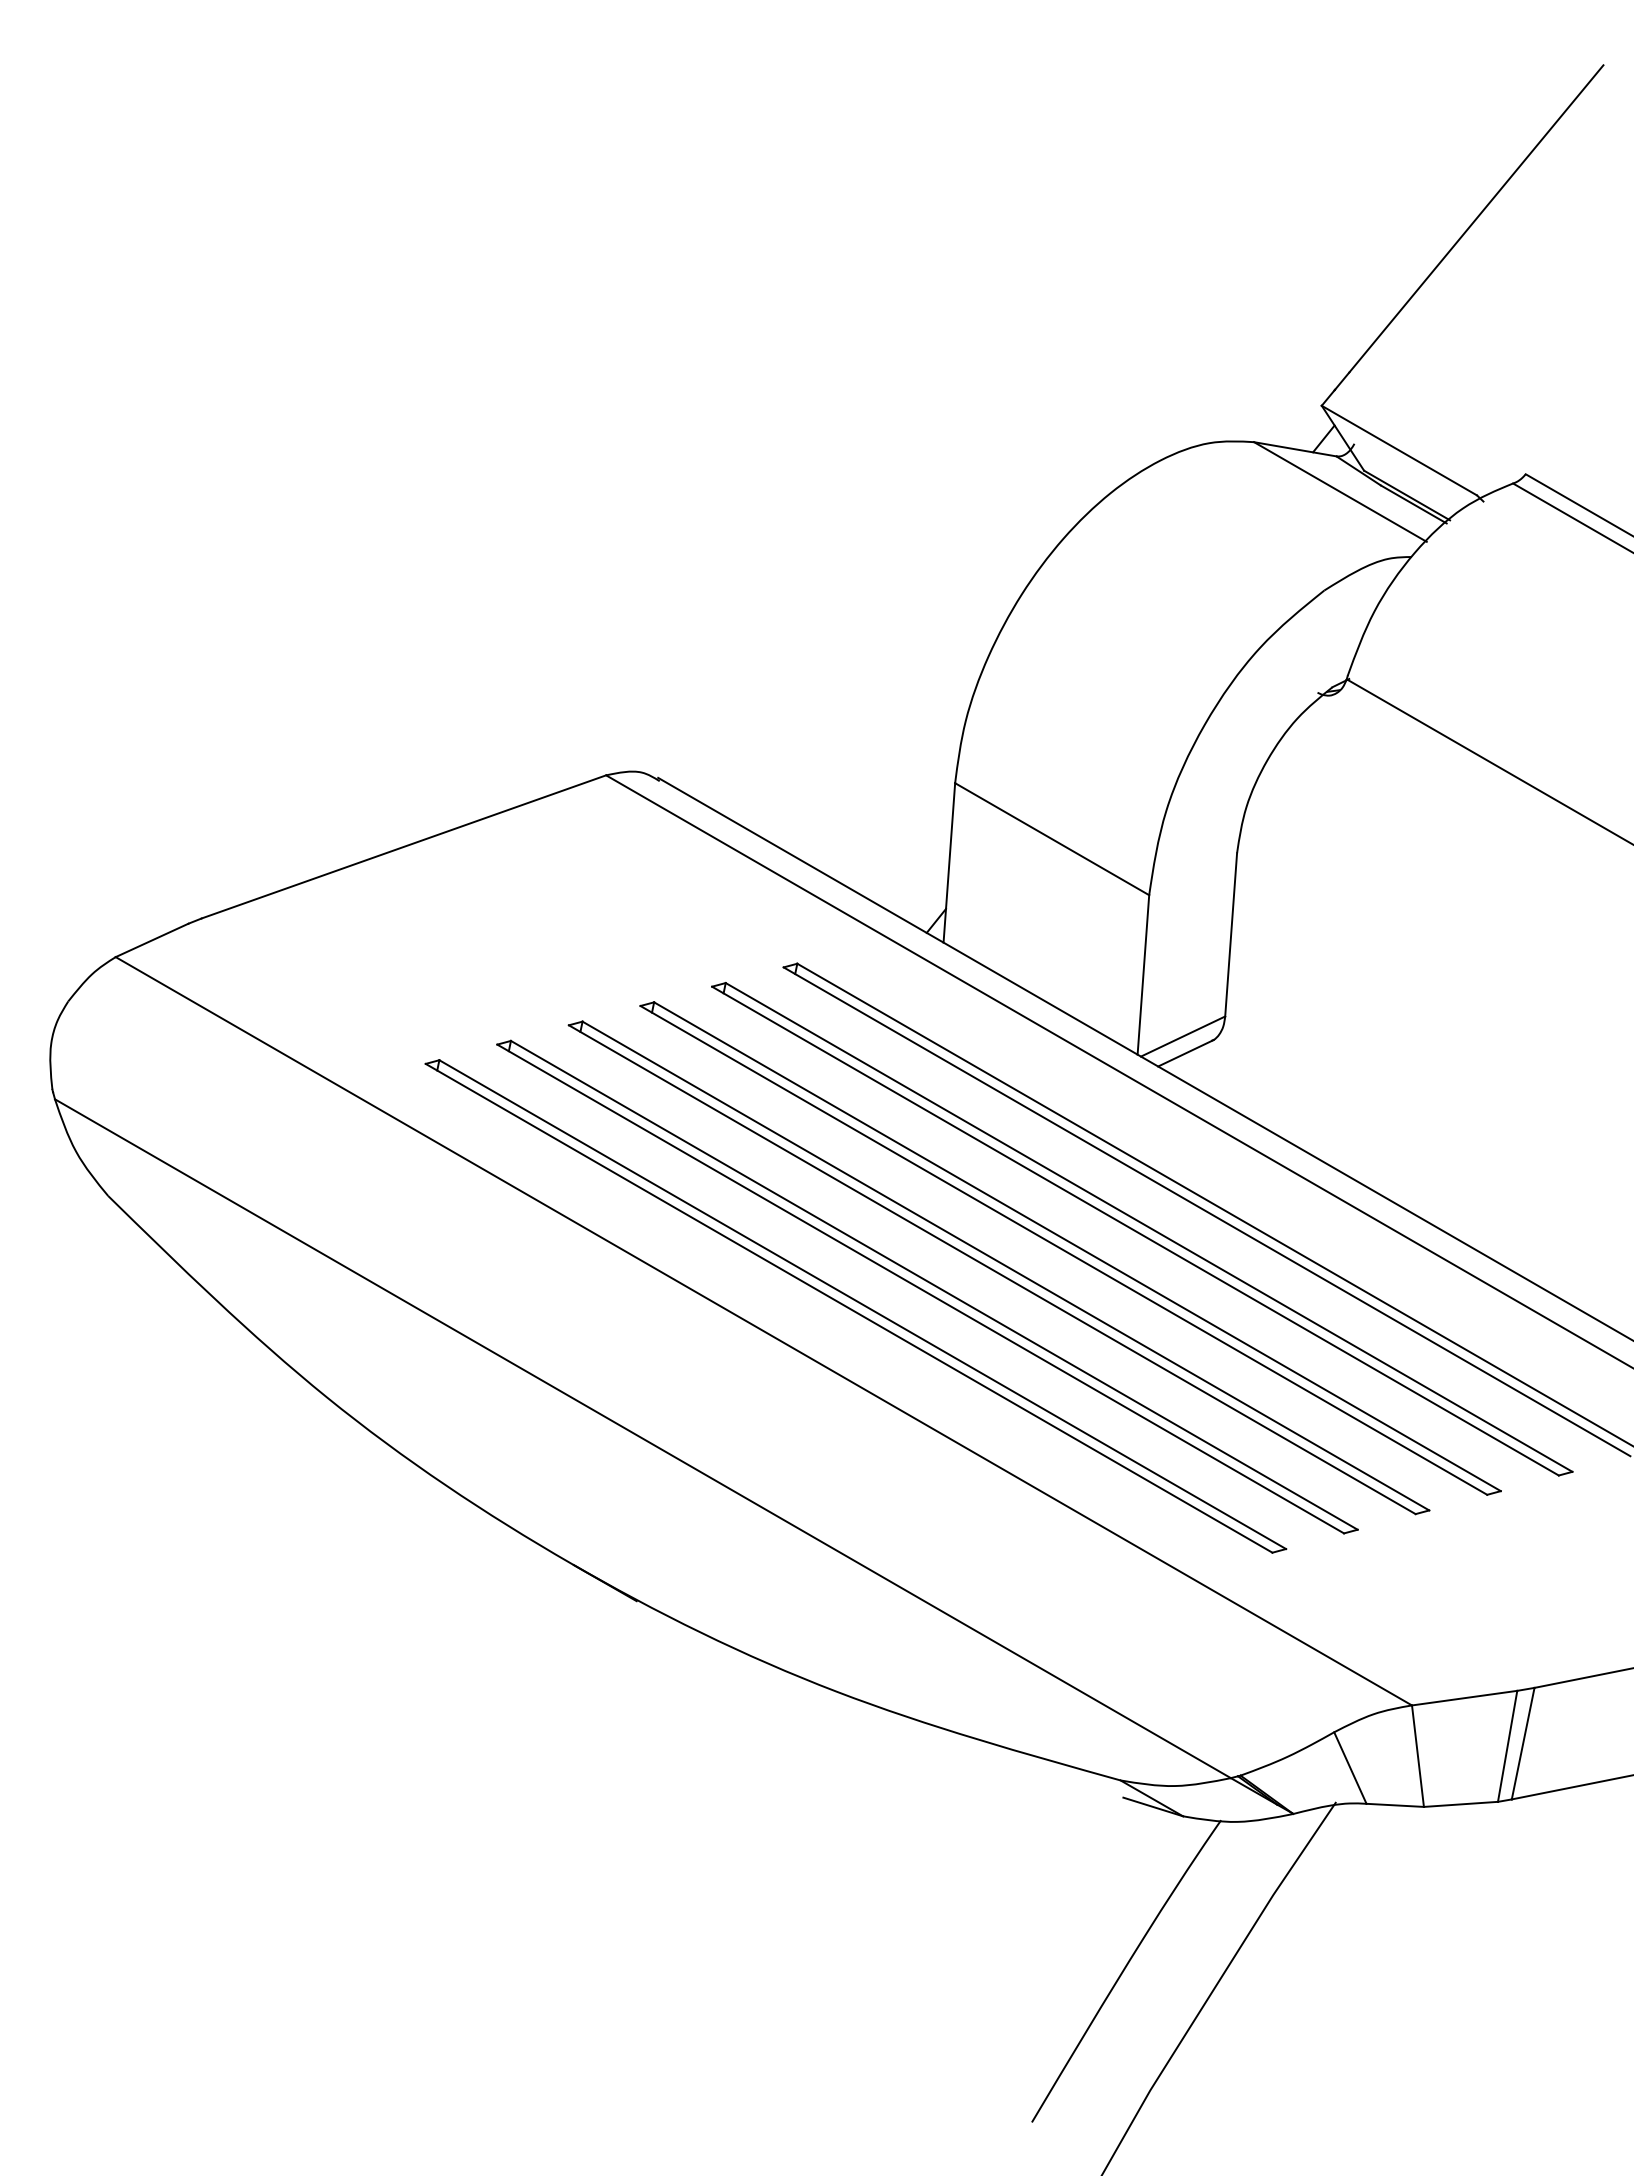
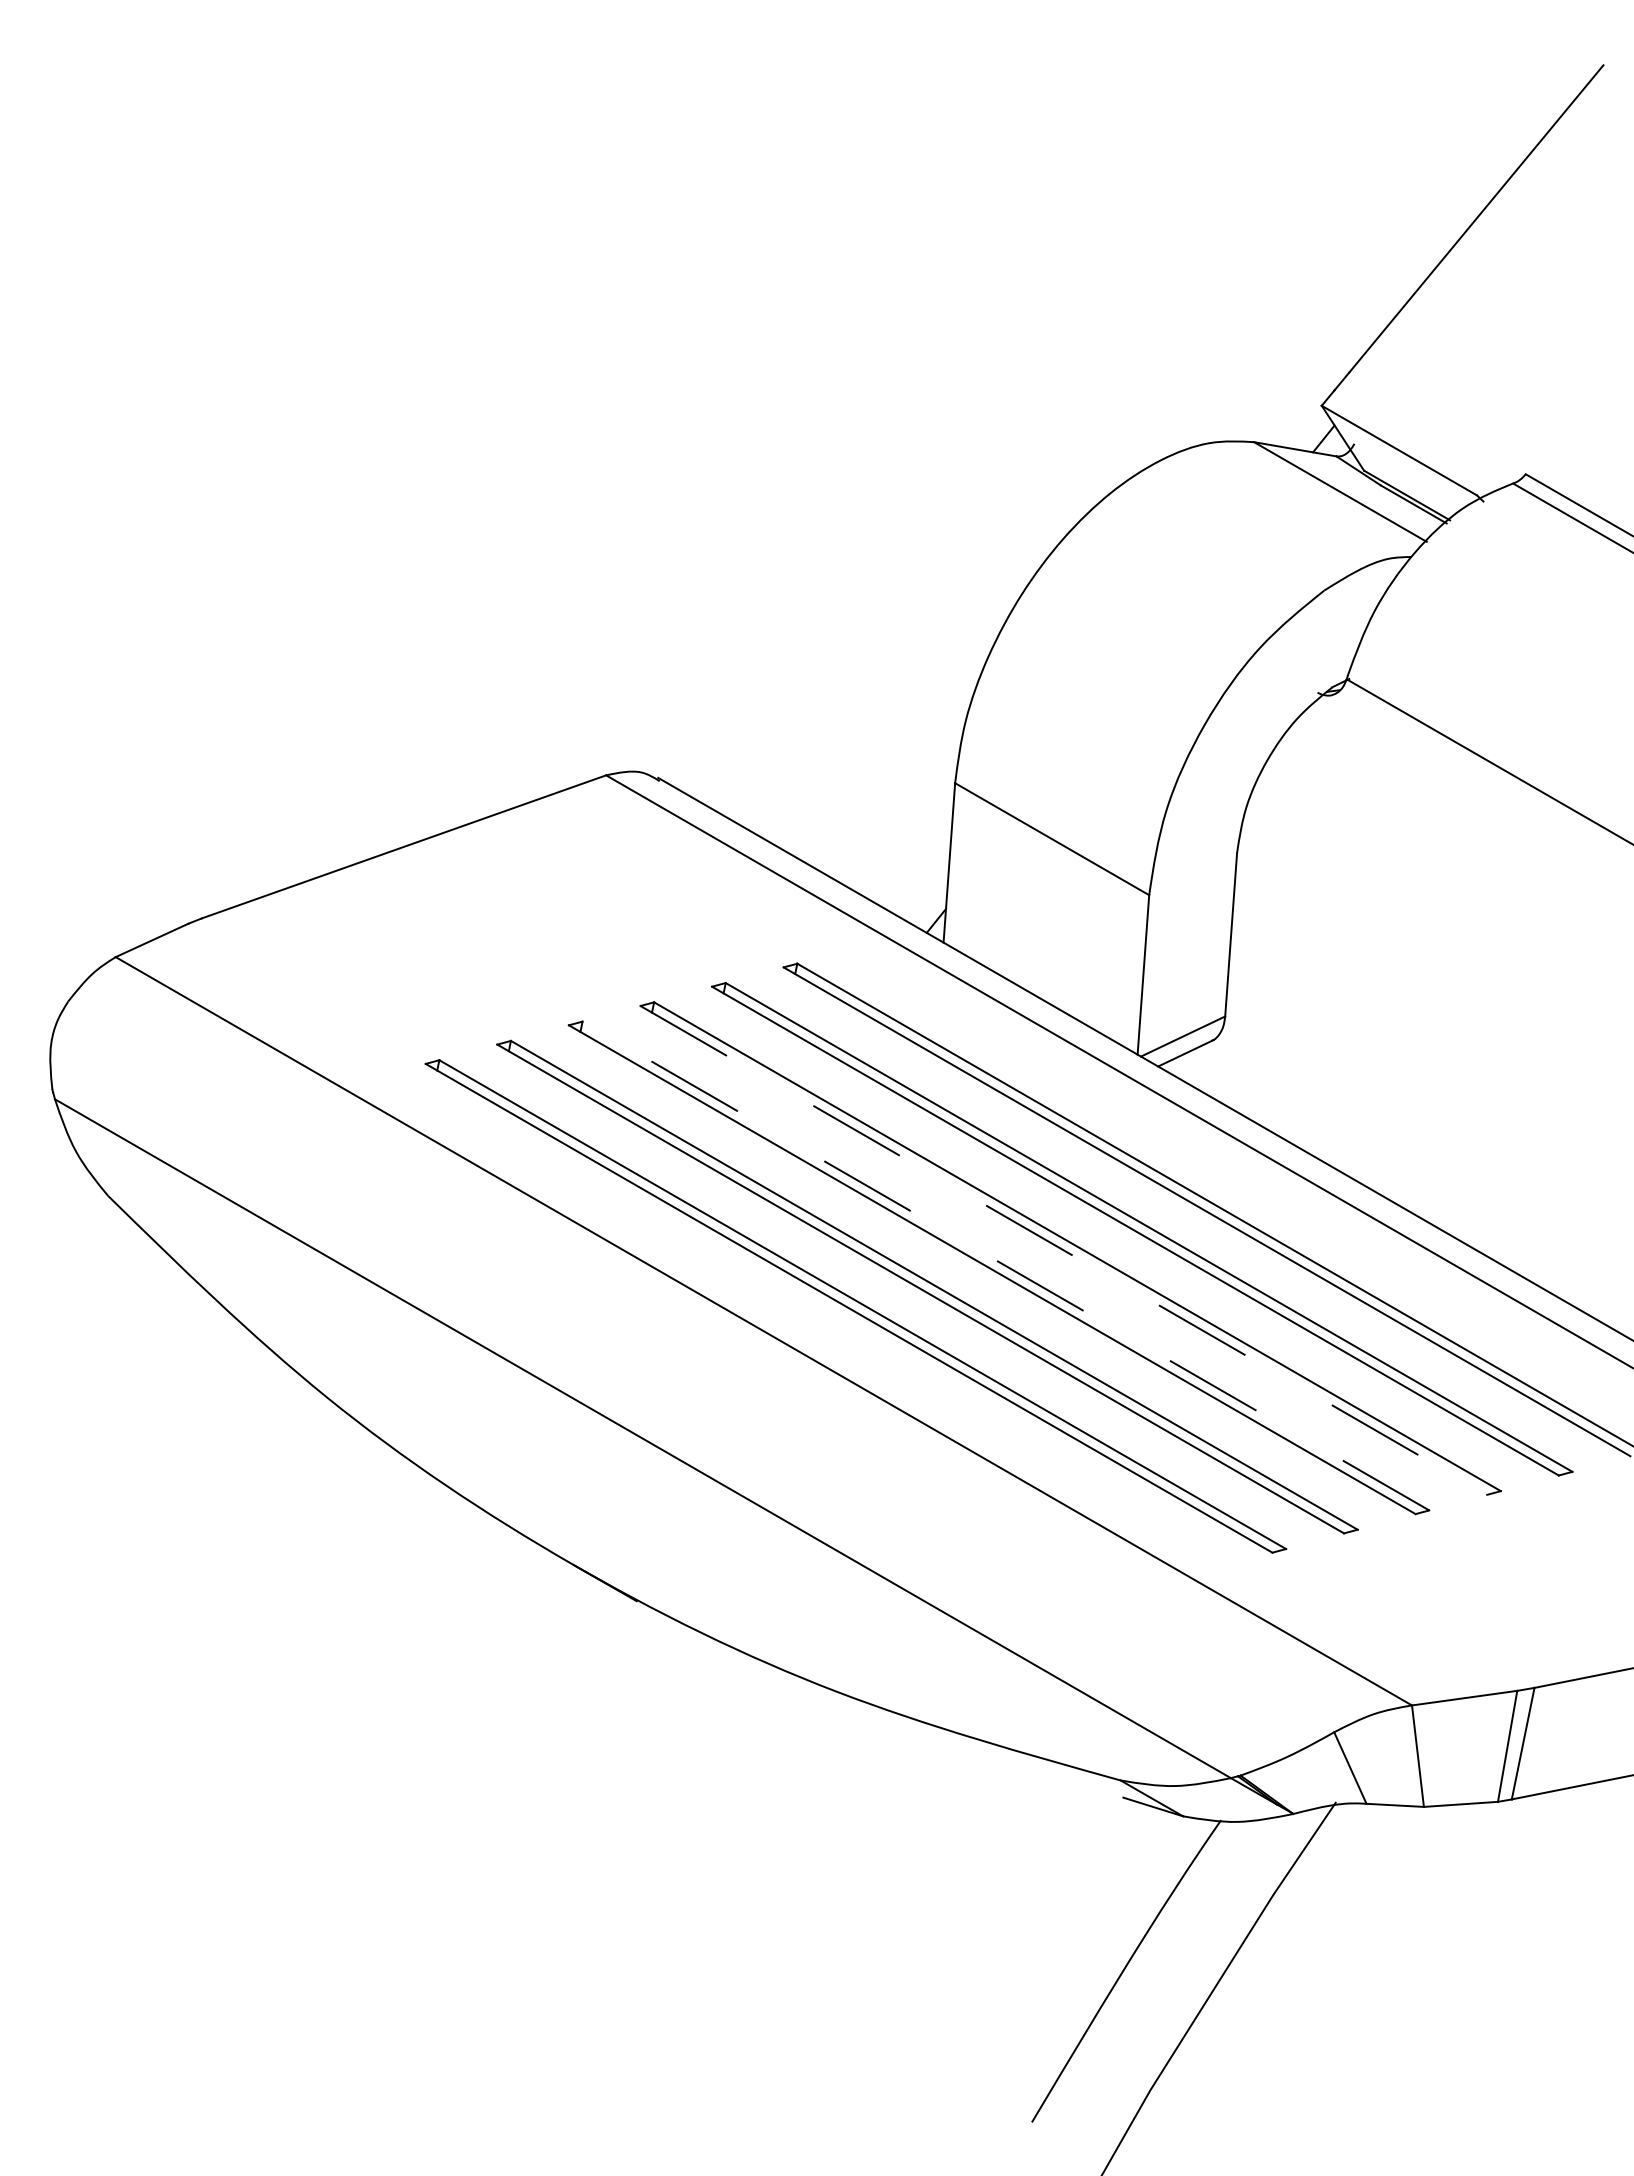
line at (1063, 1250): solid -> dashed
line at (1005, 1266): solid -> dashed
